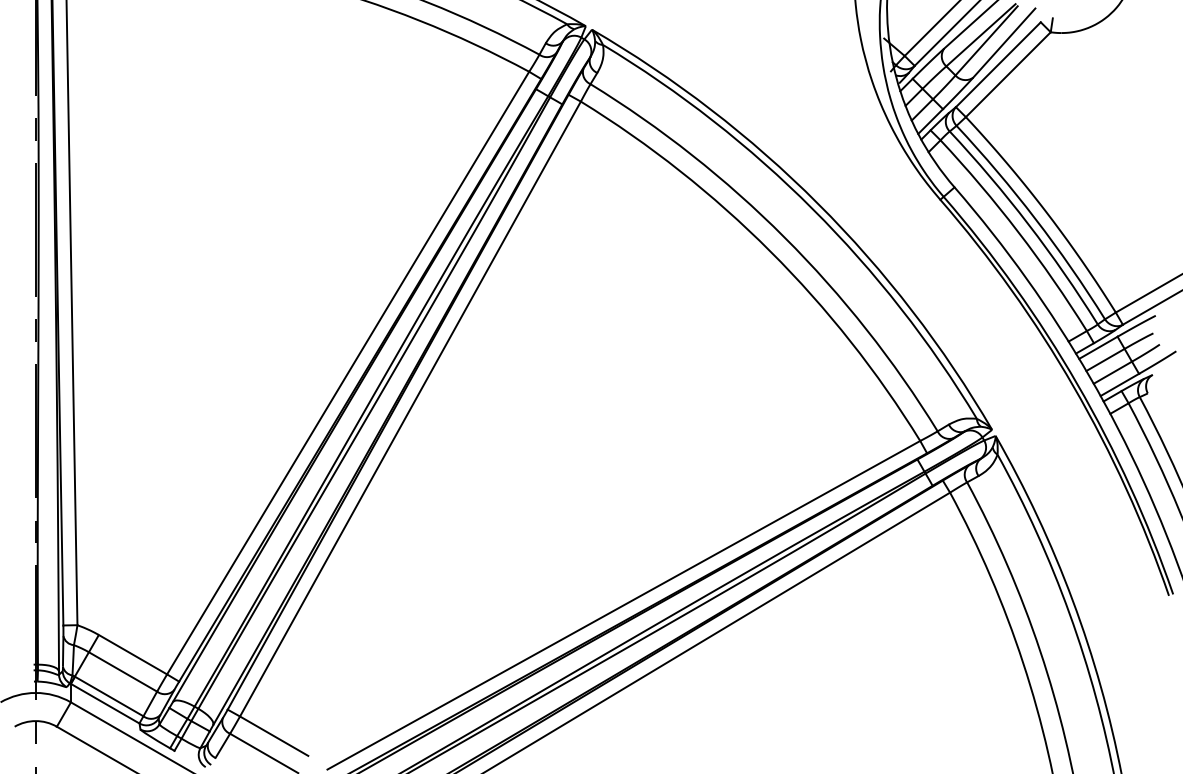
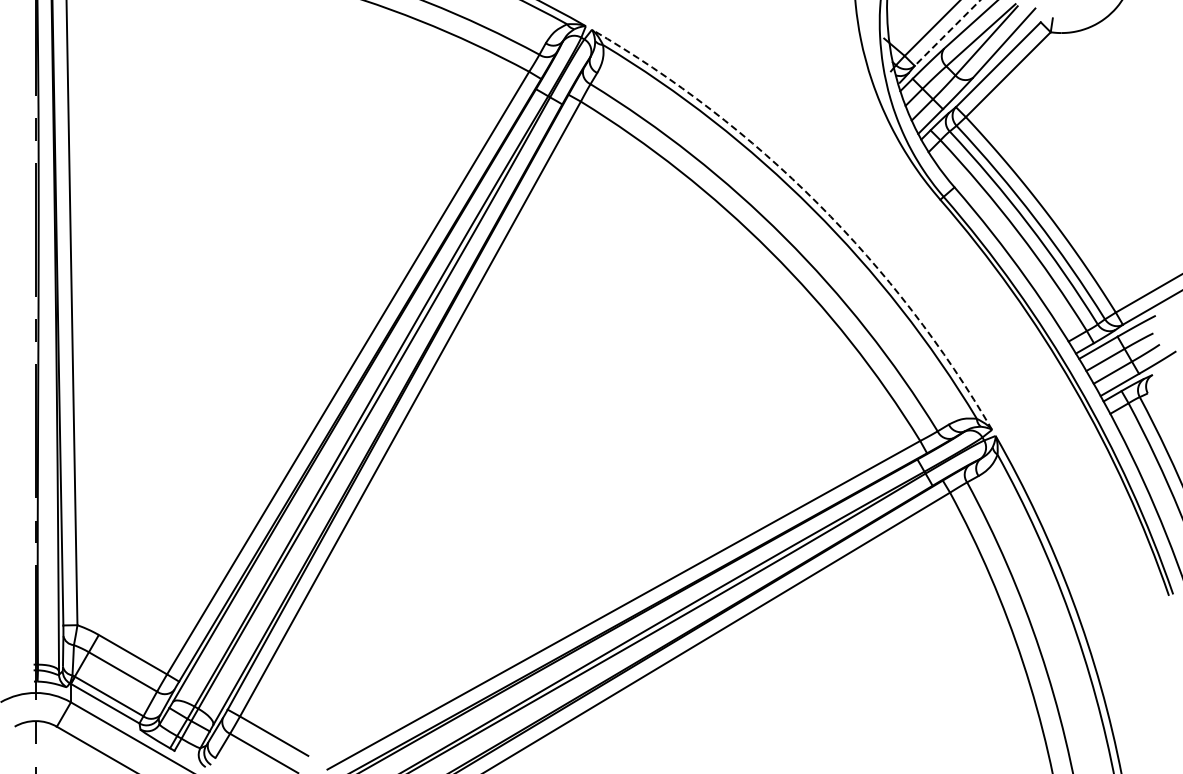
line at (947, 32): solid -> dashed
arc at (818, 203): solid -> dashed
